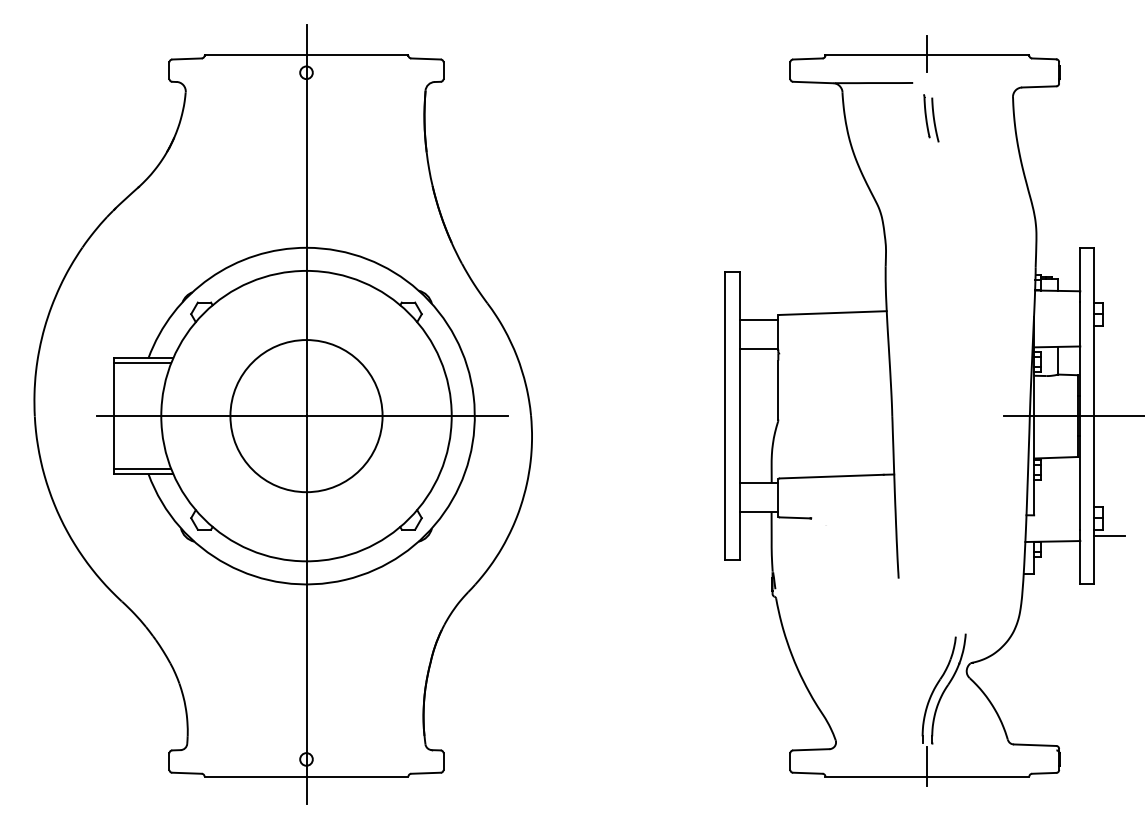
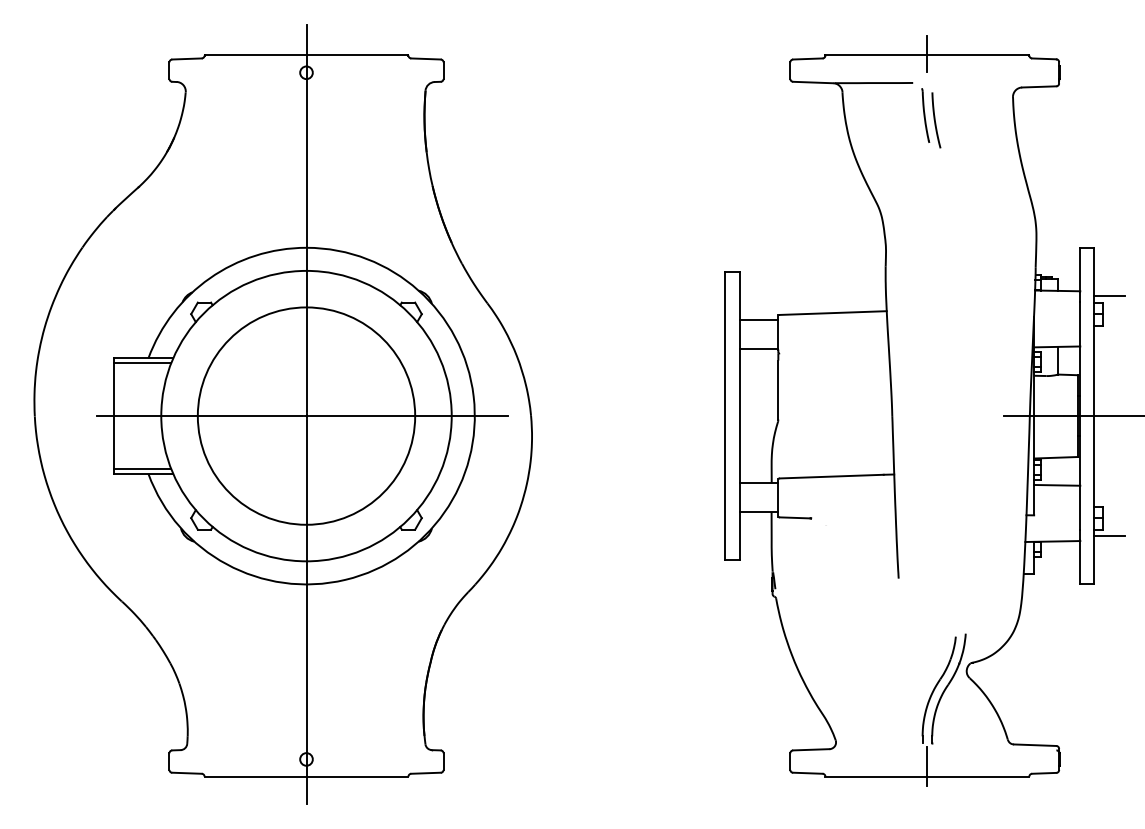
part at (931, 118) size: 17x49 px -> 21x61 px
line at (1109, 295): none -> present
circle at (306, 416) diameter: 152 px -> 217 px
line at (1057, 484): none -> present
